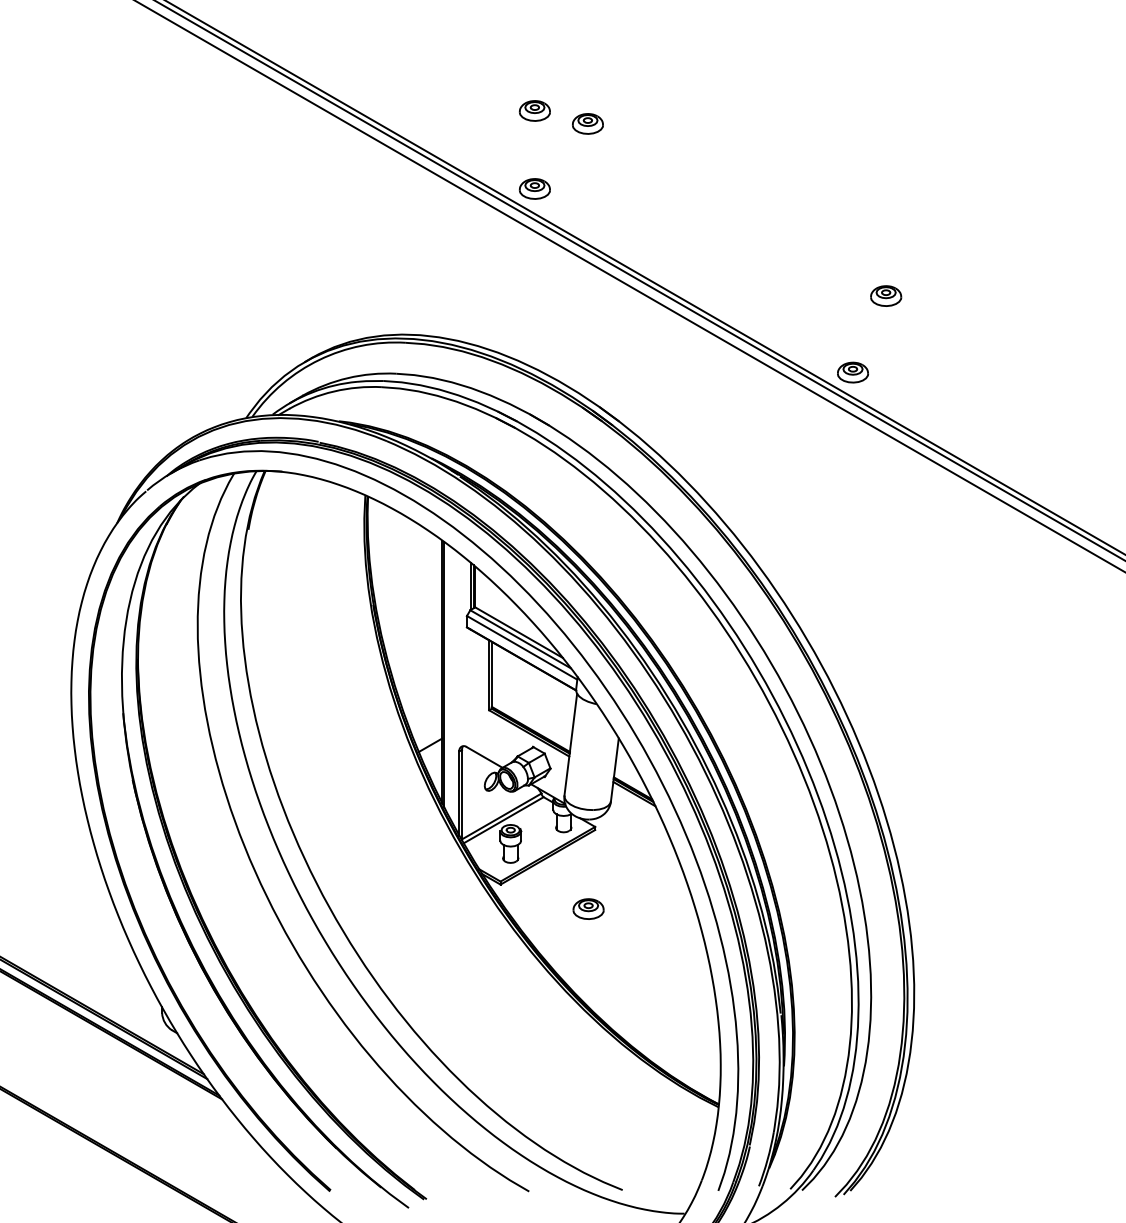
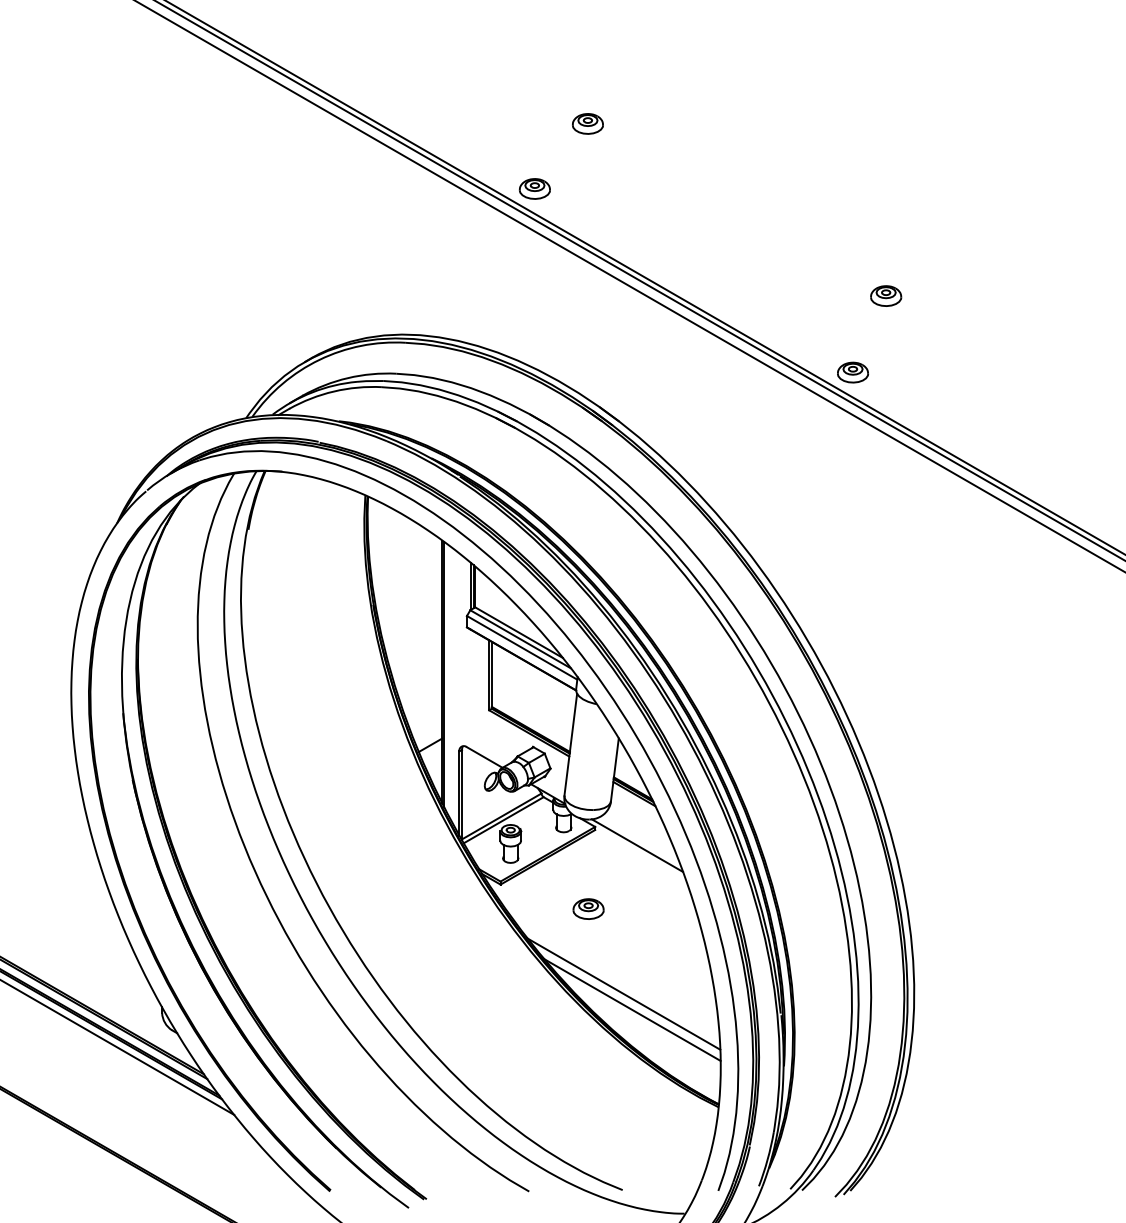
part at (534, 110): present -> none
line at (636, 845): none -> present
line at (623, 993): none -> present
line at (632, 1009): none -> present
line at (118, 1047): none -> present
